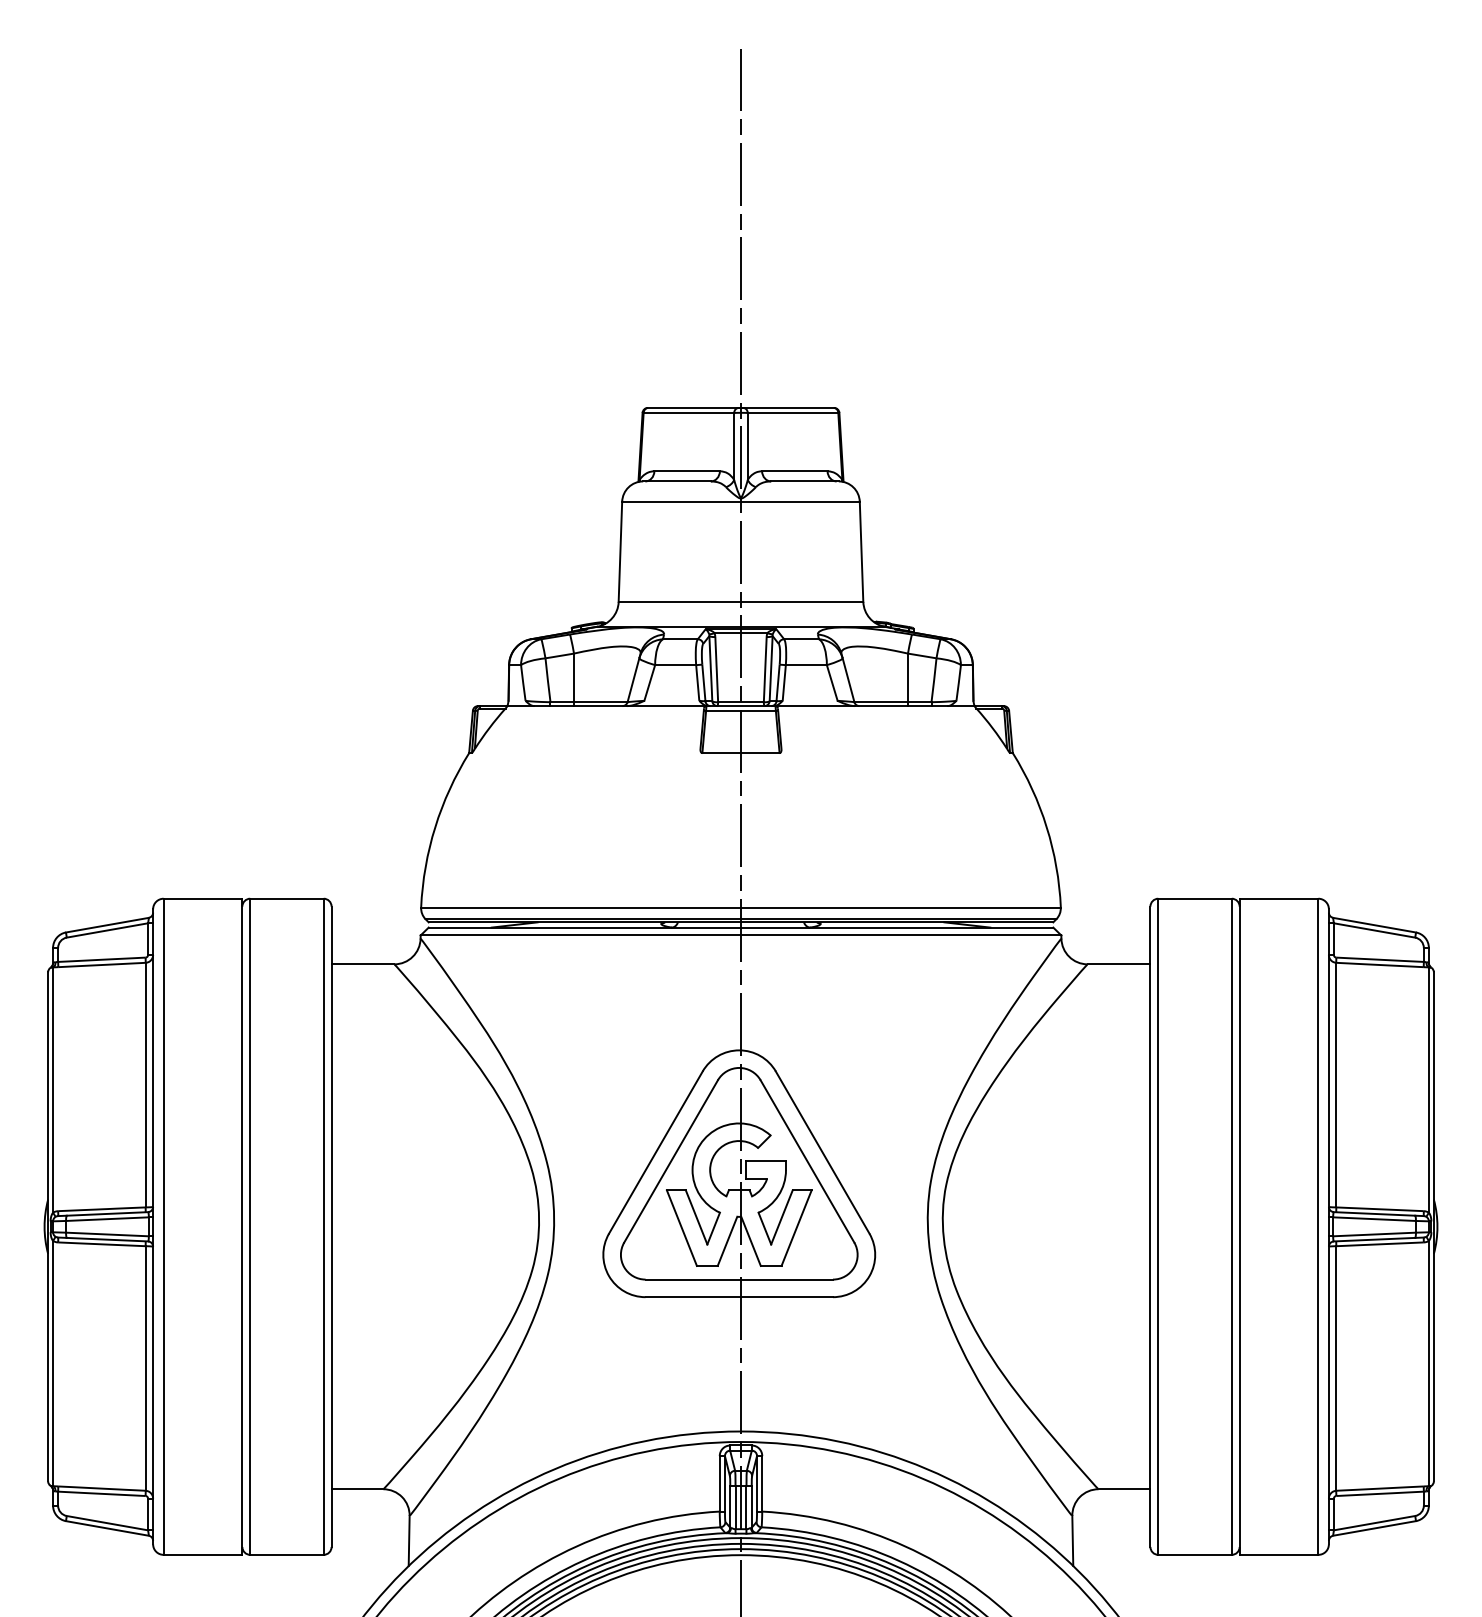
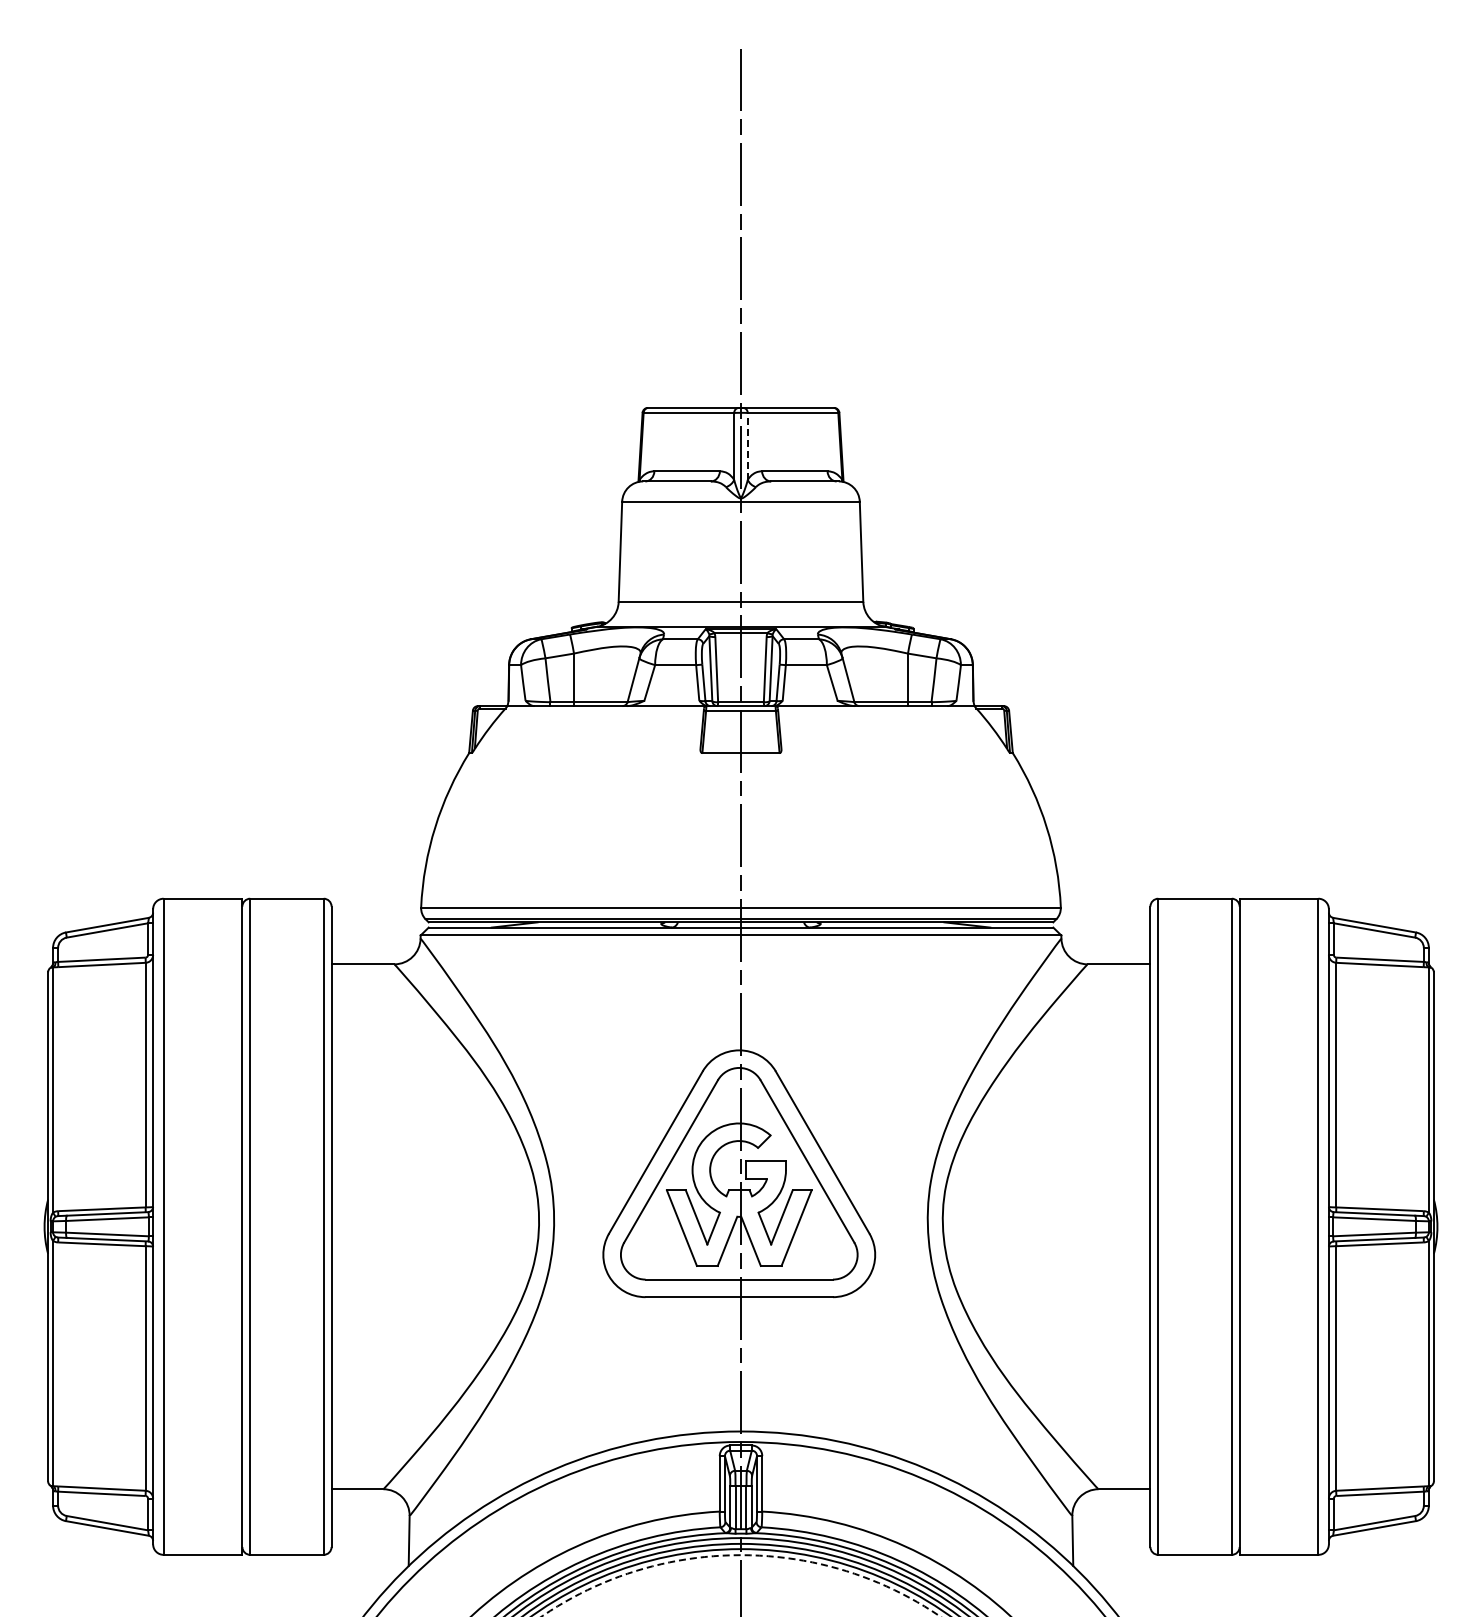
line at (747, 445): solid -> dashed
circle at (740, 1585): solid -> dashed
